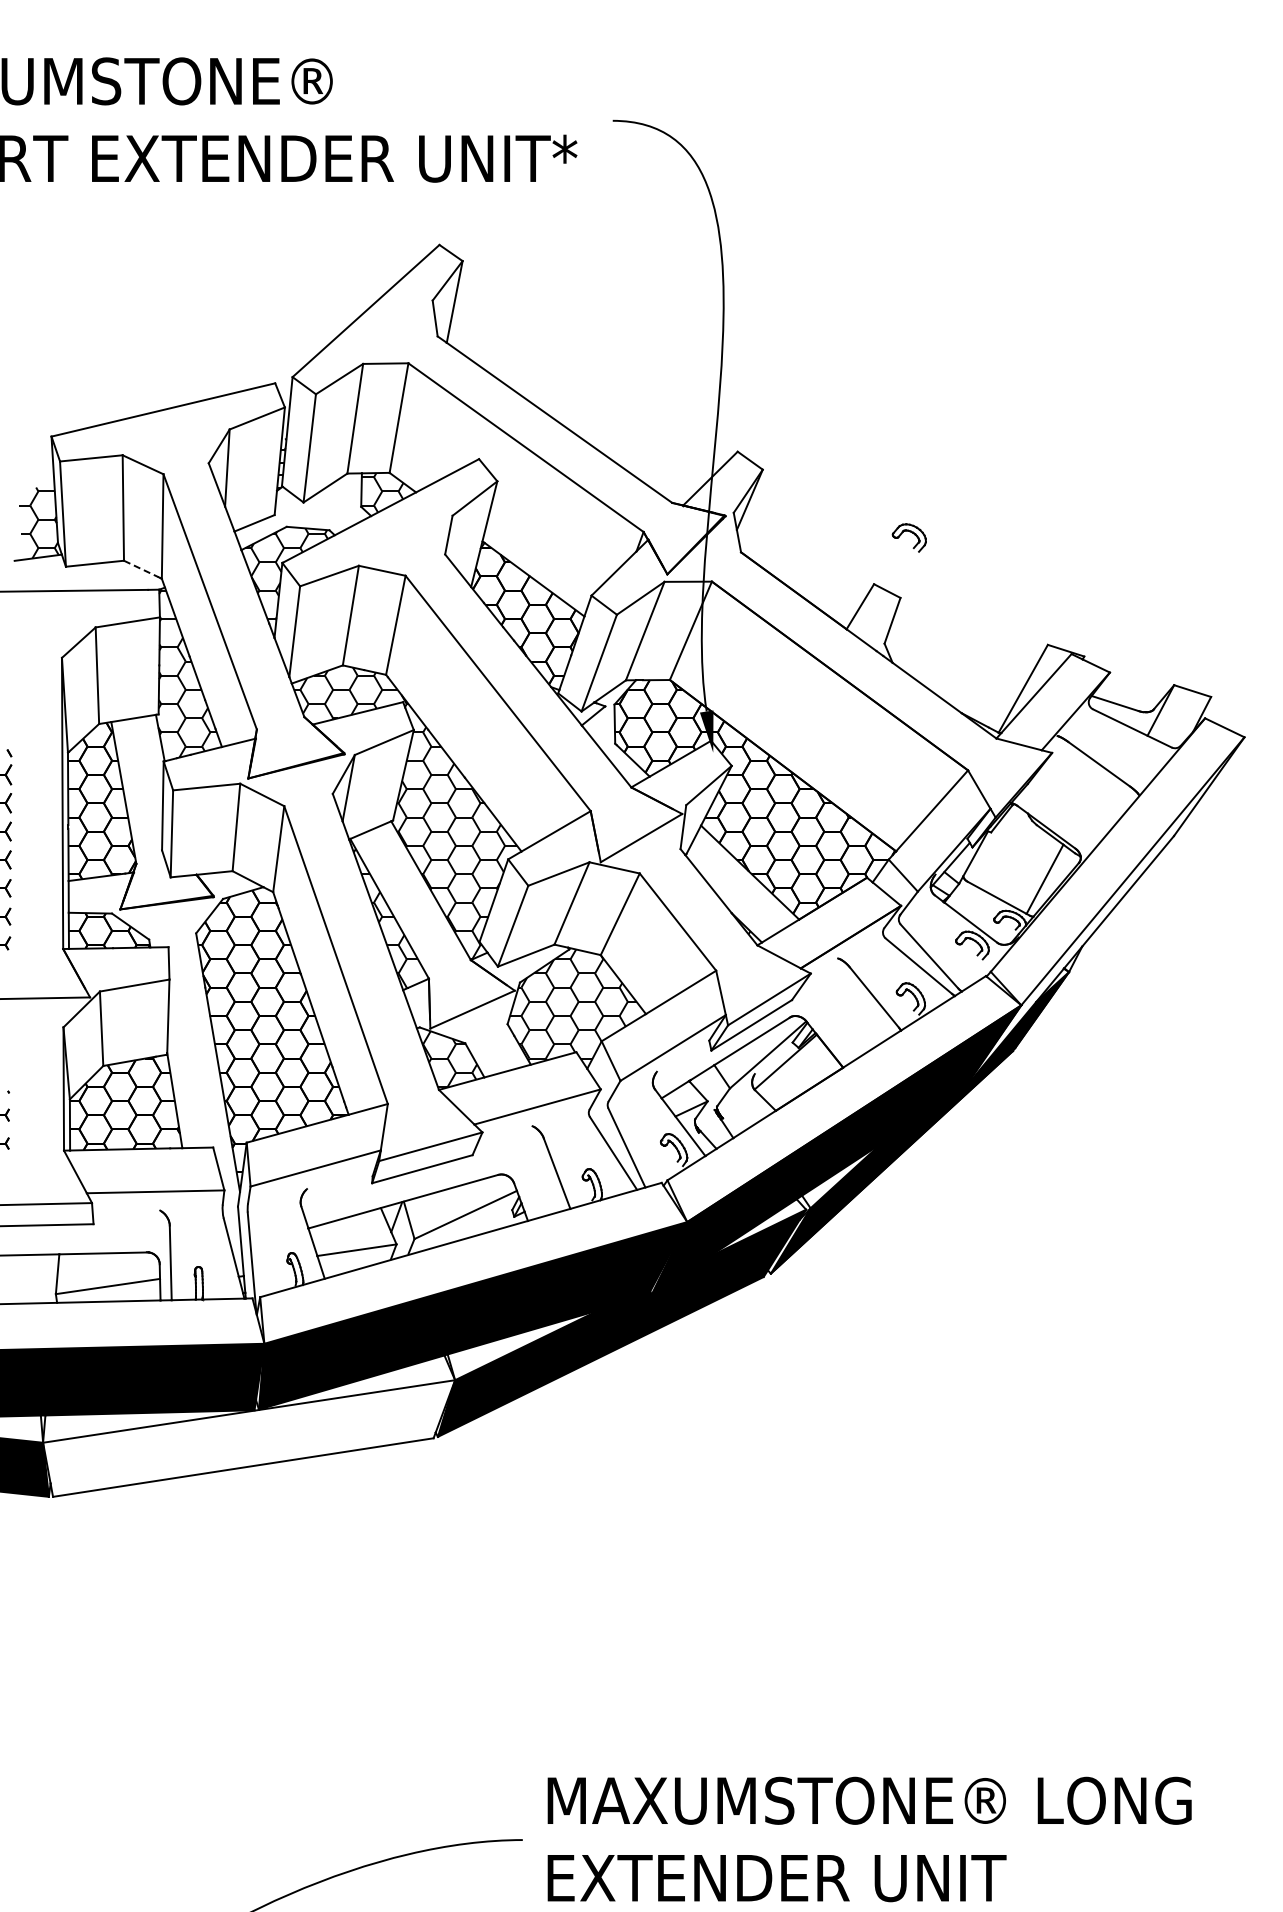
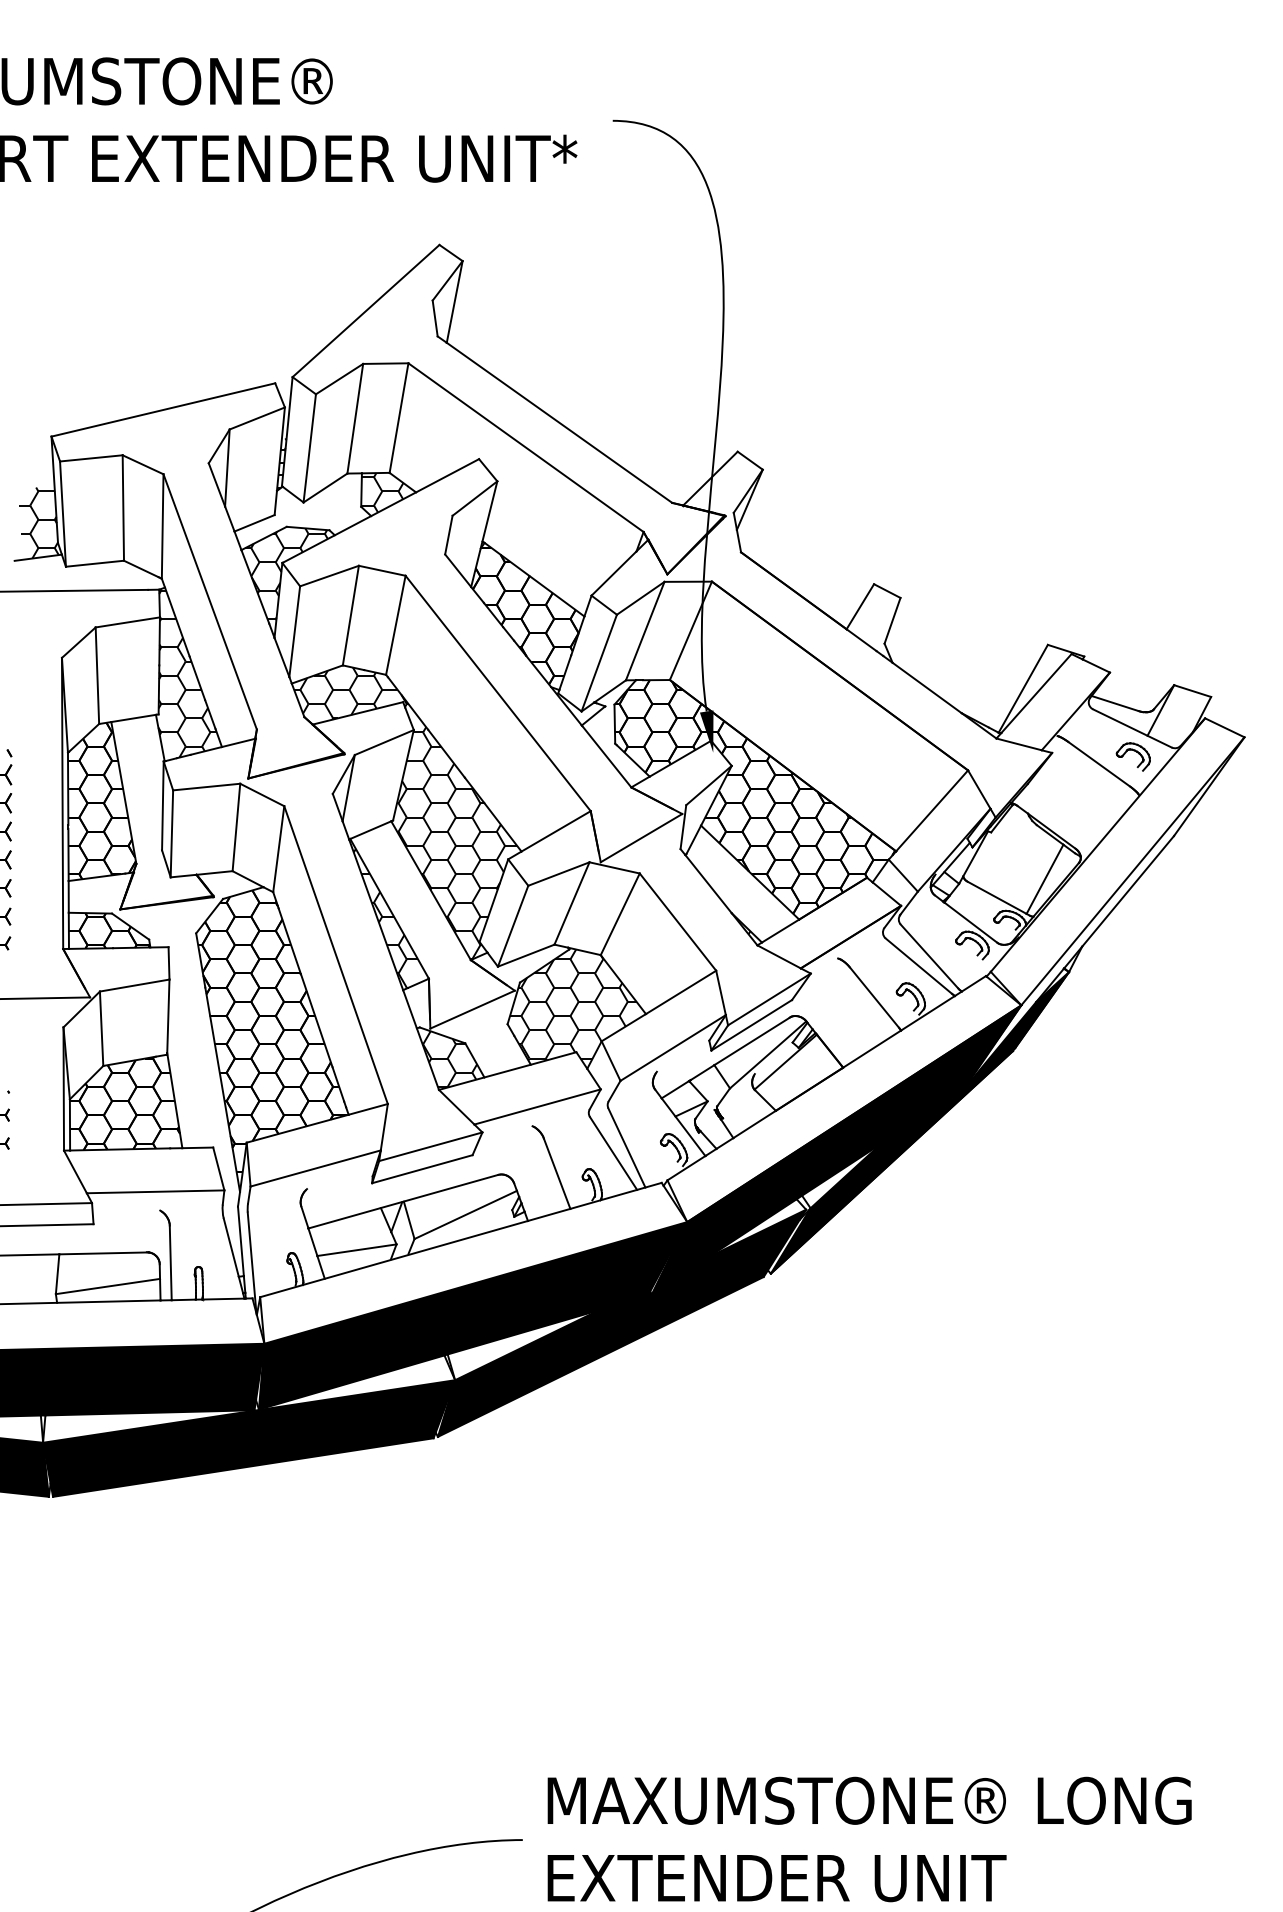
part at (908, 537) position: (908, 537) -> (1132, 756)
line at (141, 569): dashed -> solid
fill at (249, 1438): none -> present
